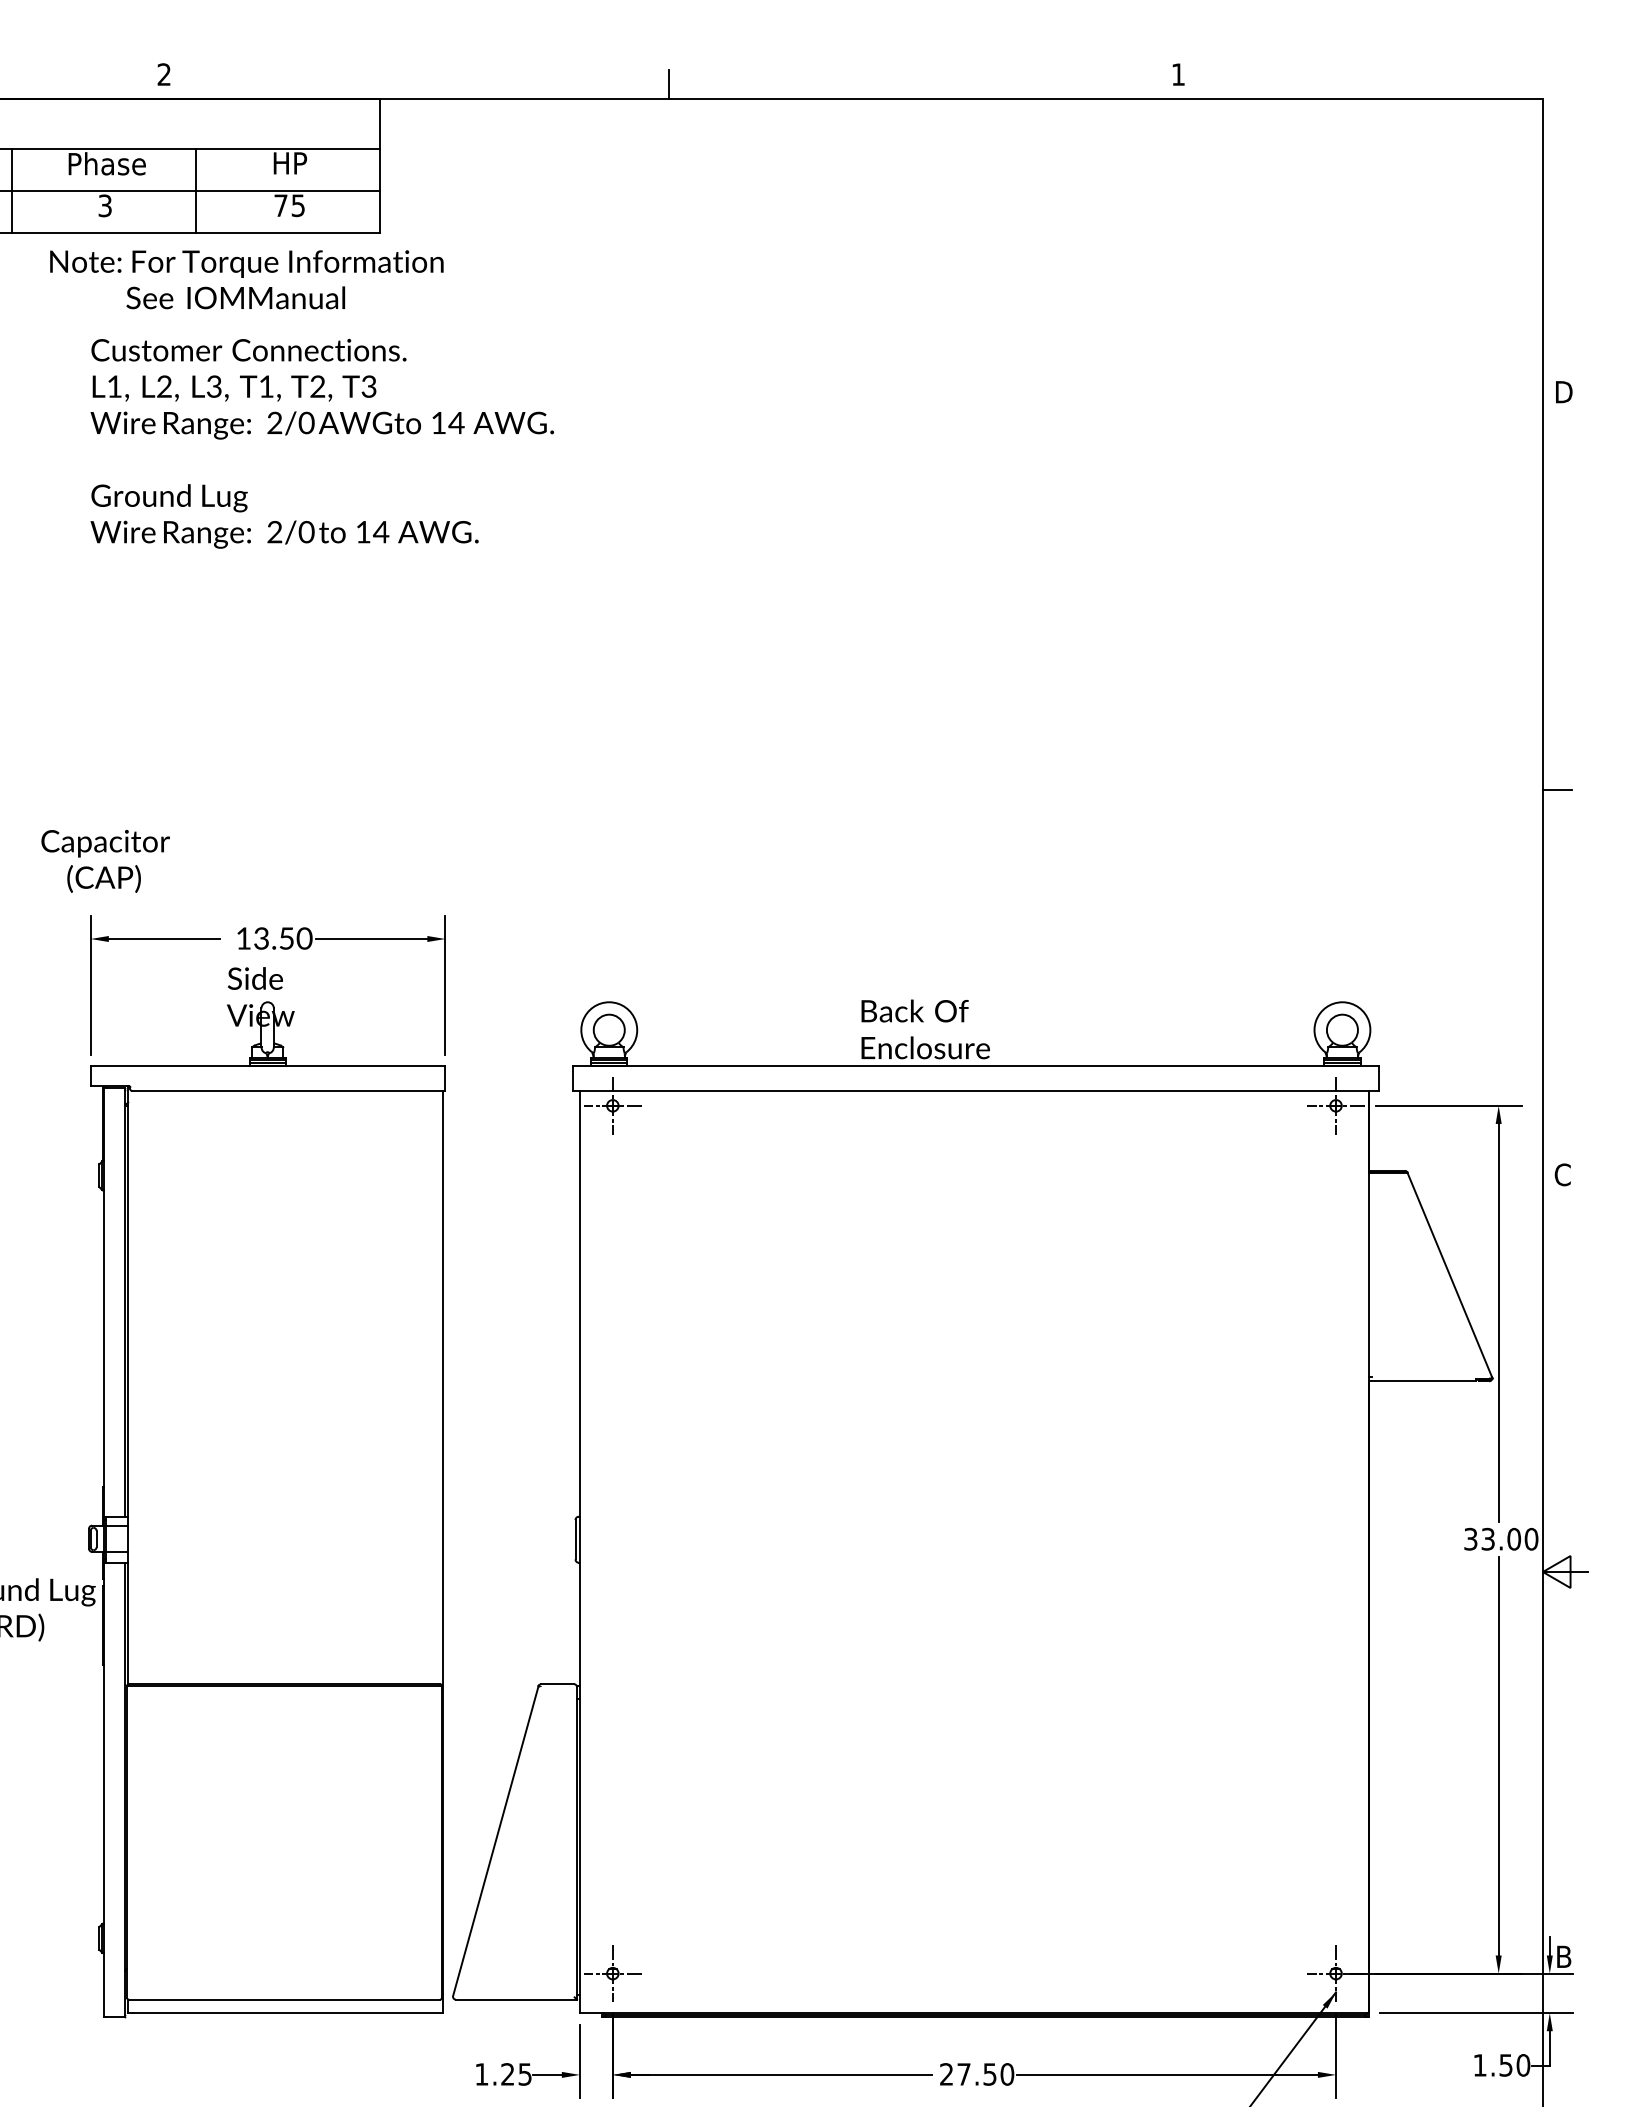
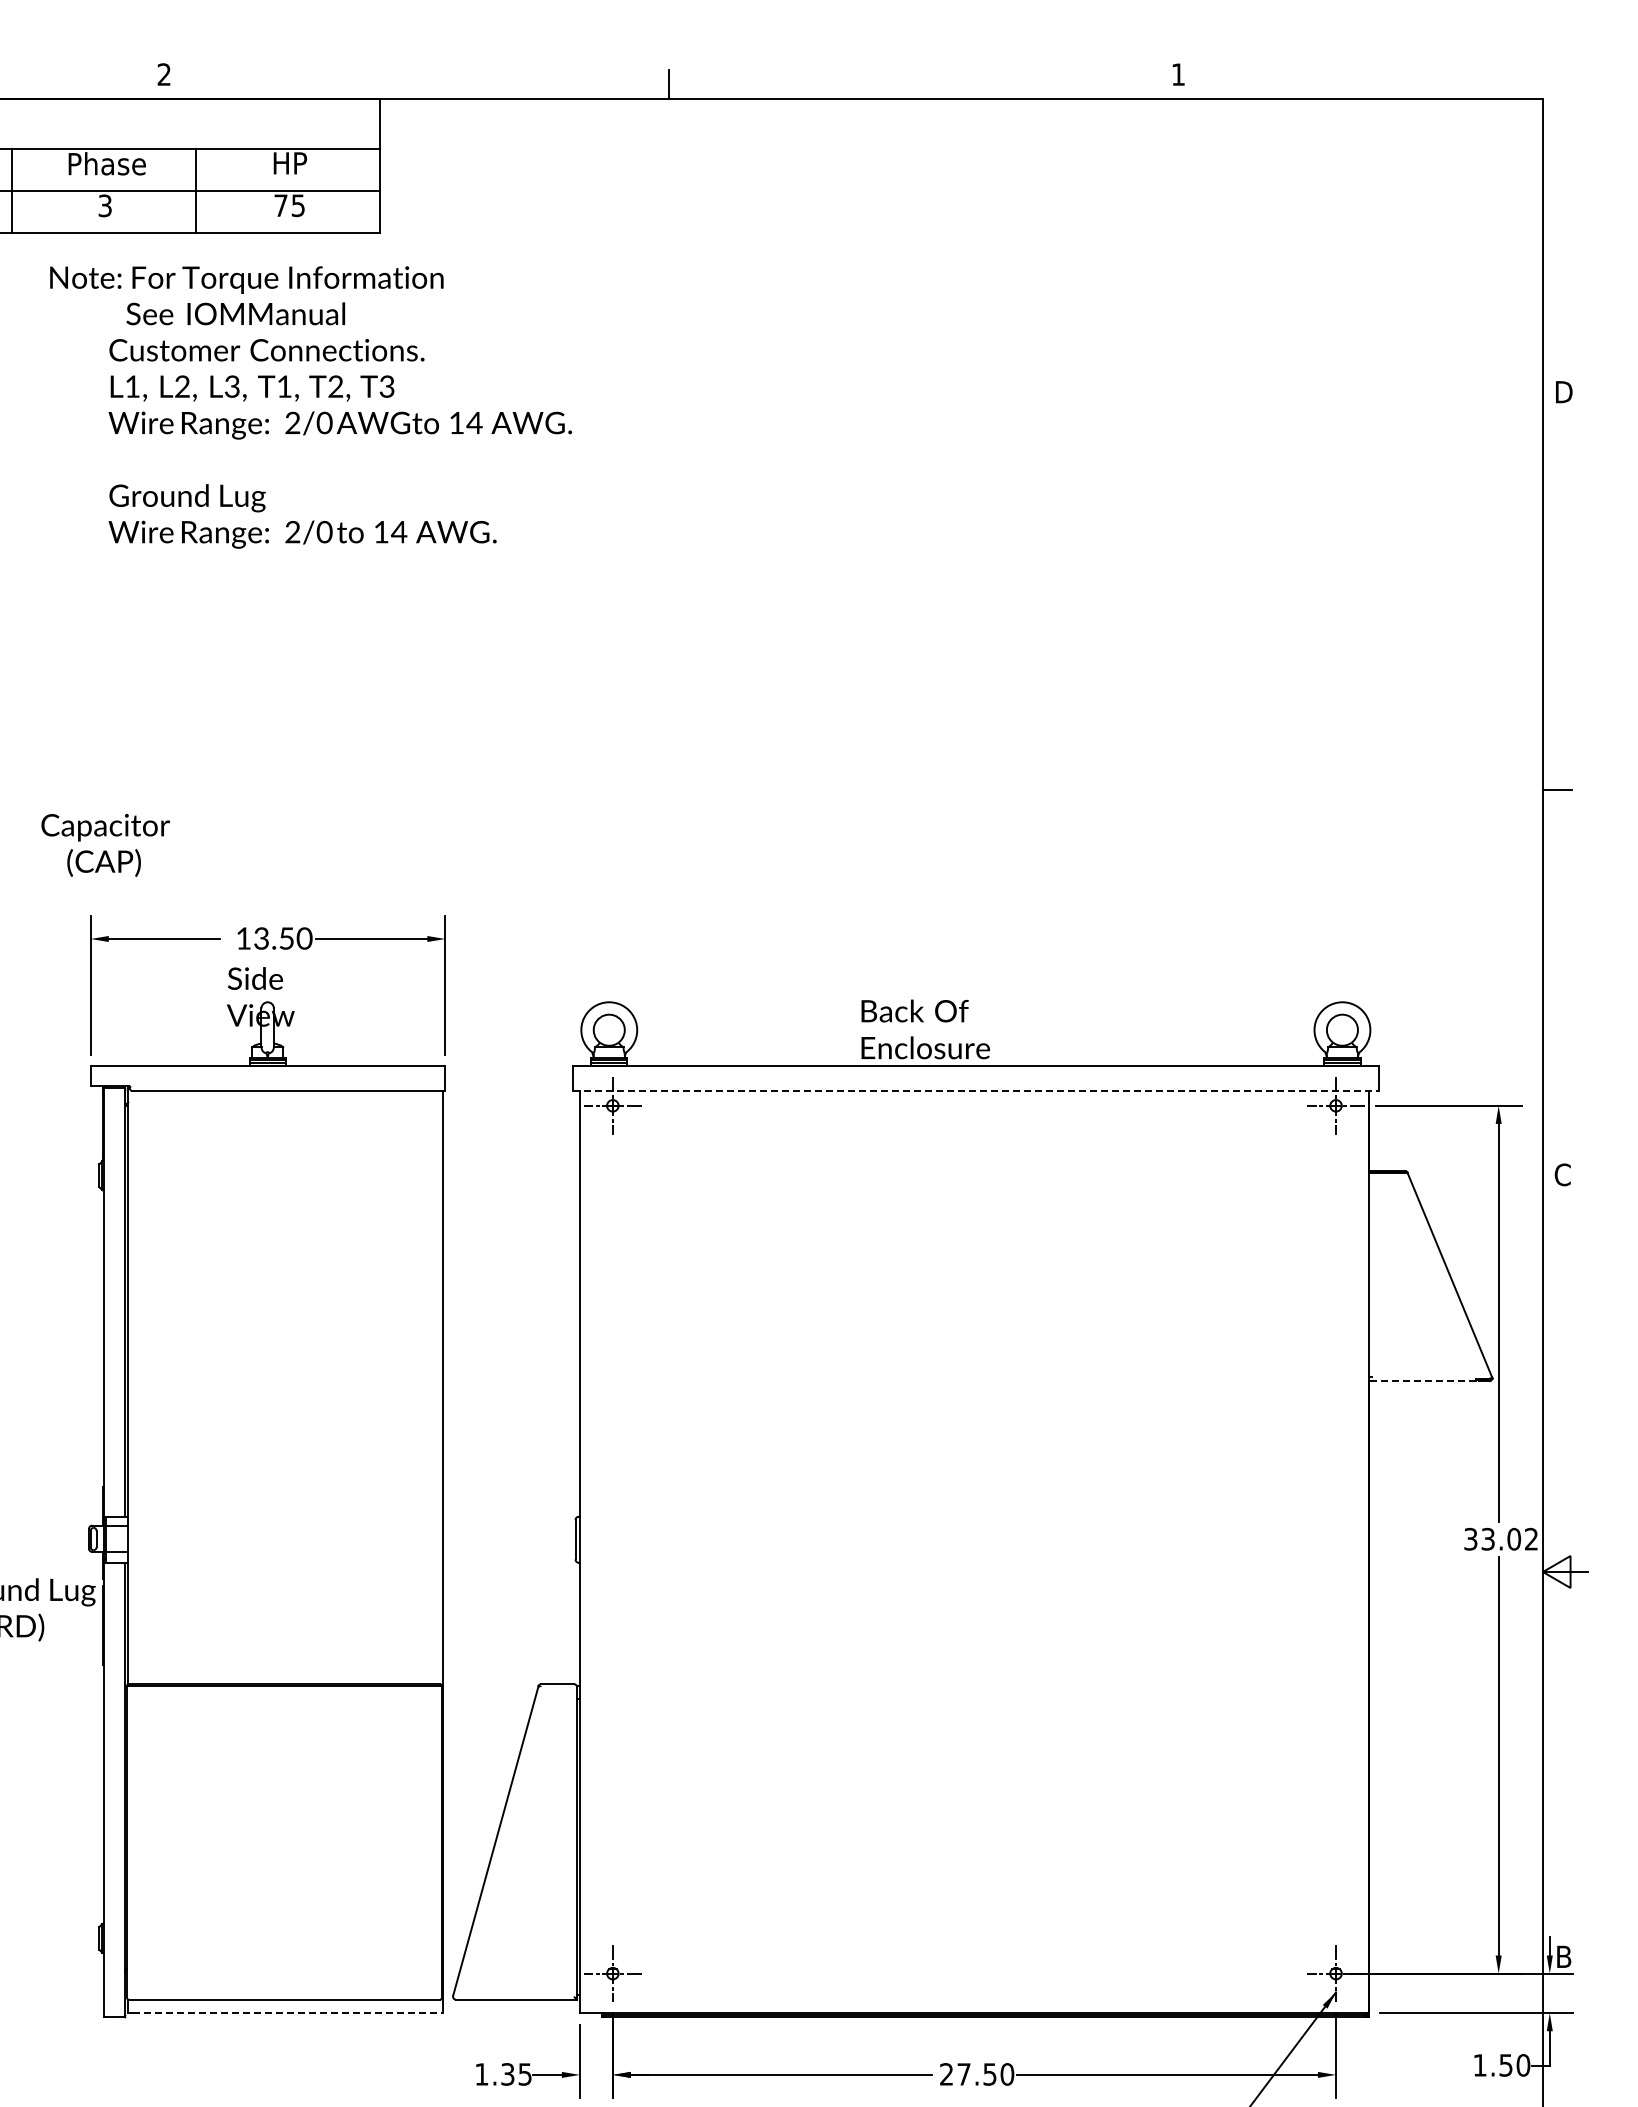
text at (246, 279) position: (246, 279) -> (246, 295)
text at (321, 443) position: (321, 443) -> (339, 443)
text at (105, 861) position: (105, 861) -> (105, 845)
line at (976, 1091): solid -> dashed
line at (1422, 1381): solid -> dashed
text at (1531, 1538): 33.00 -> 33.02
line at (288, 2013): solid -> dashed
text at (507, 2074): 1.25 -> 1.35
